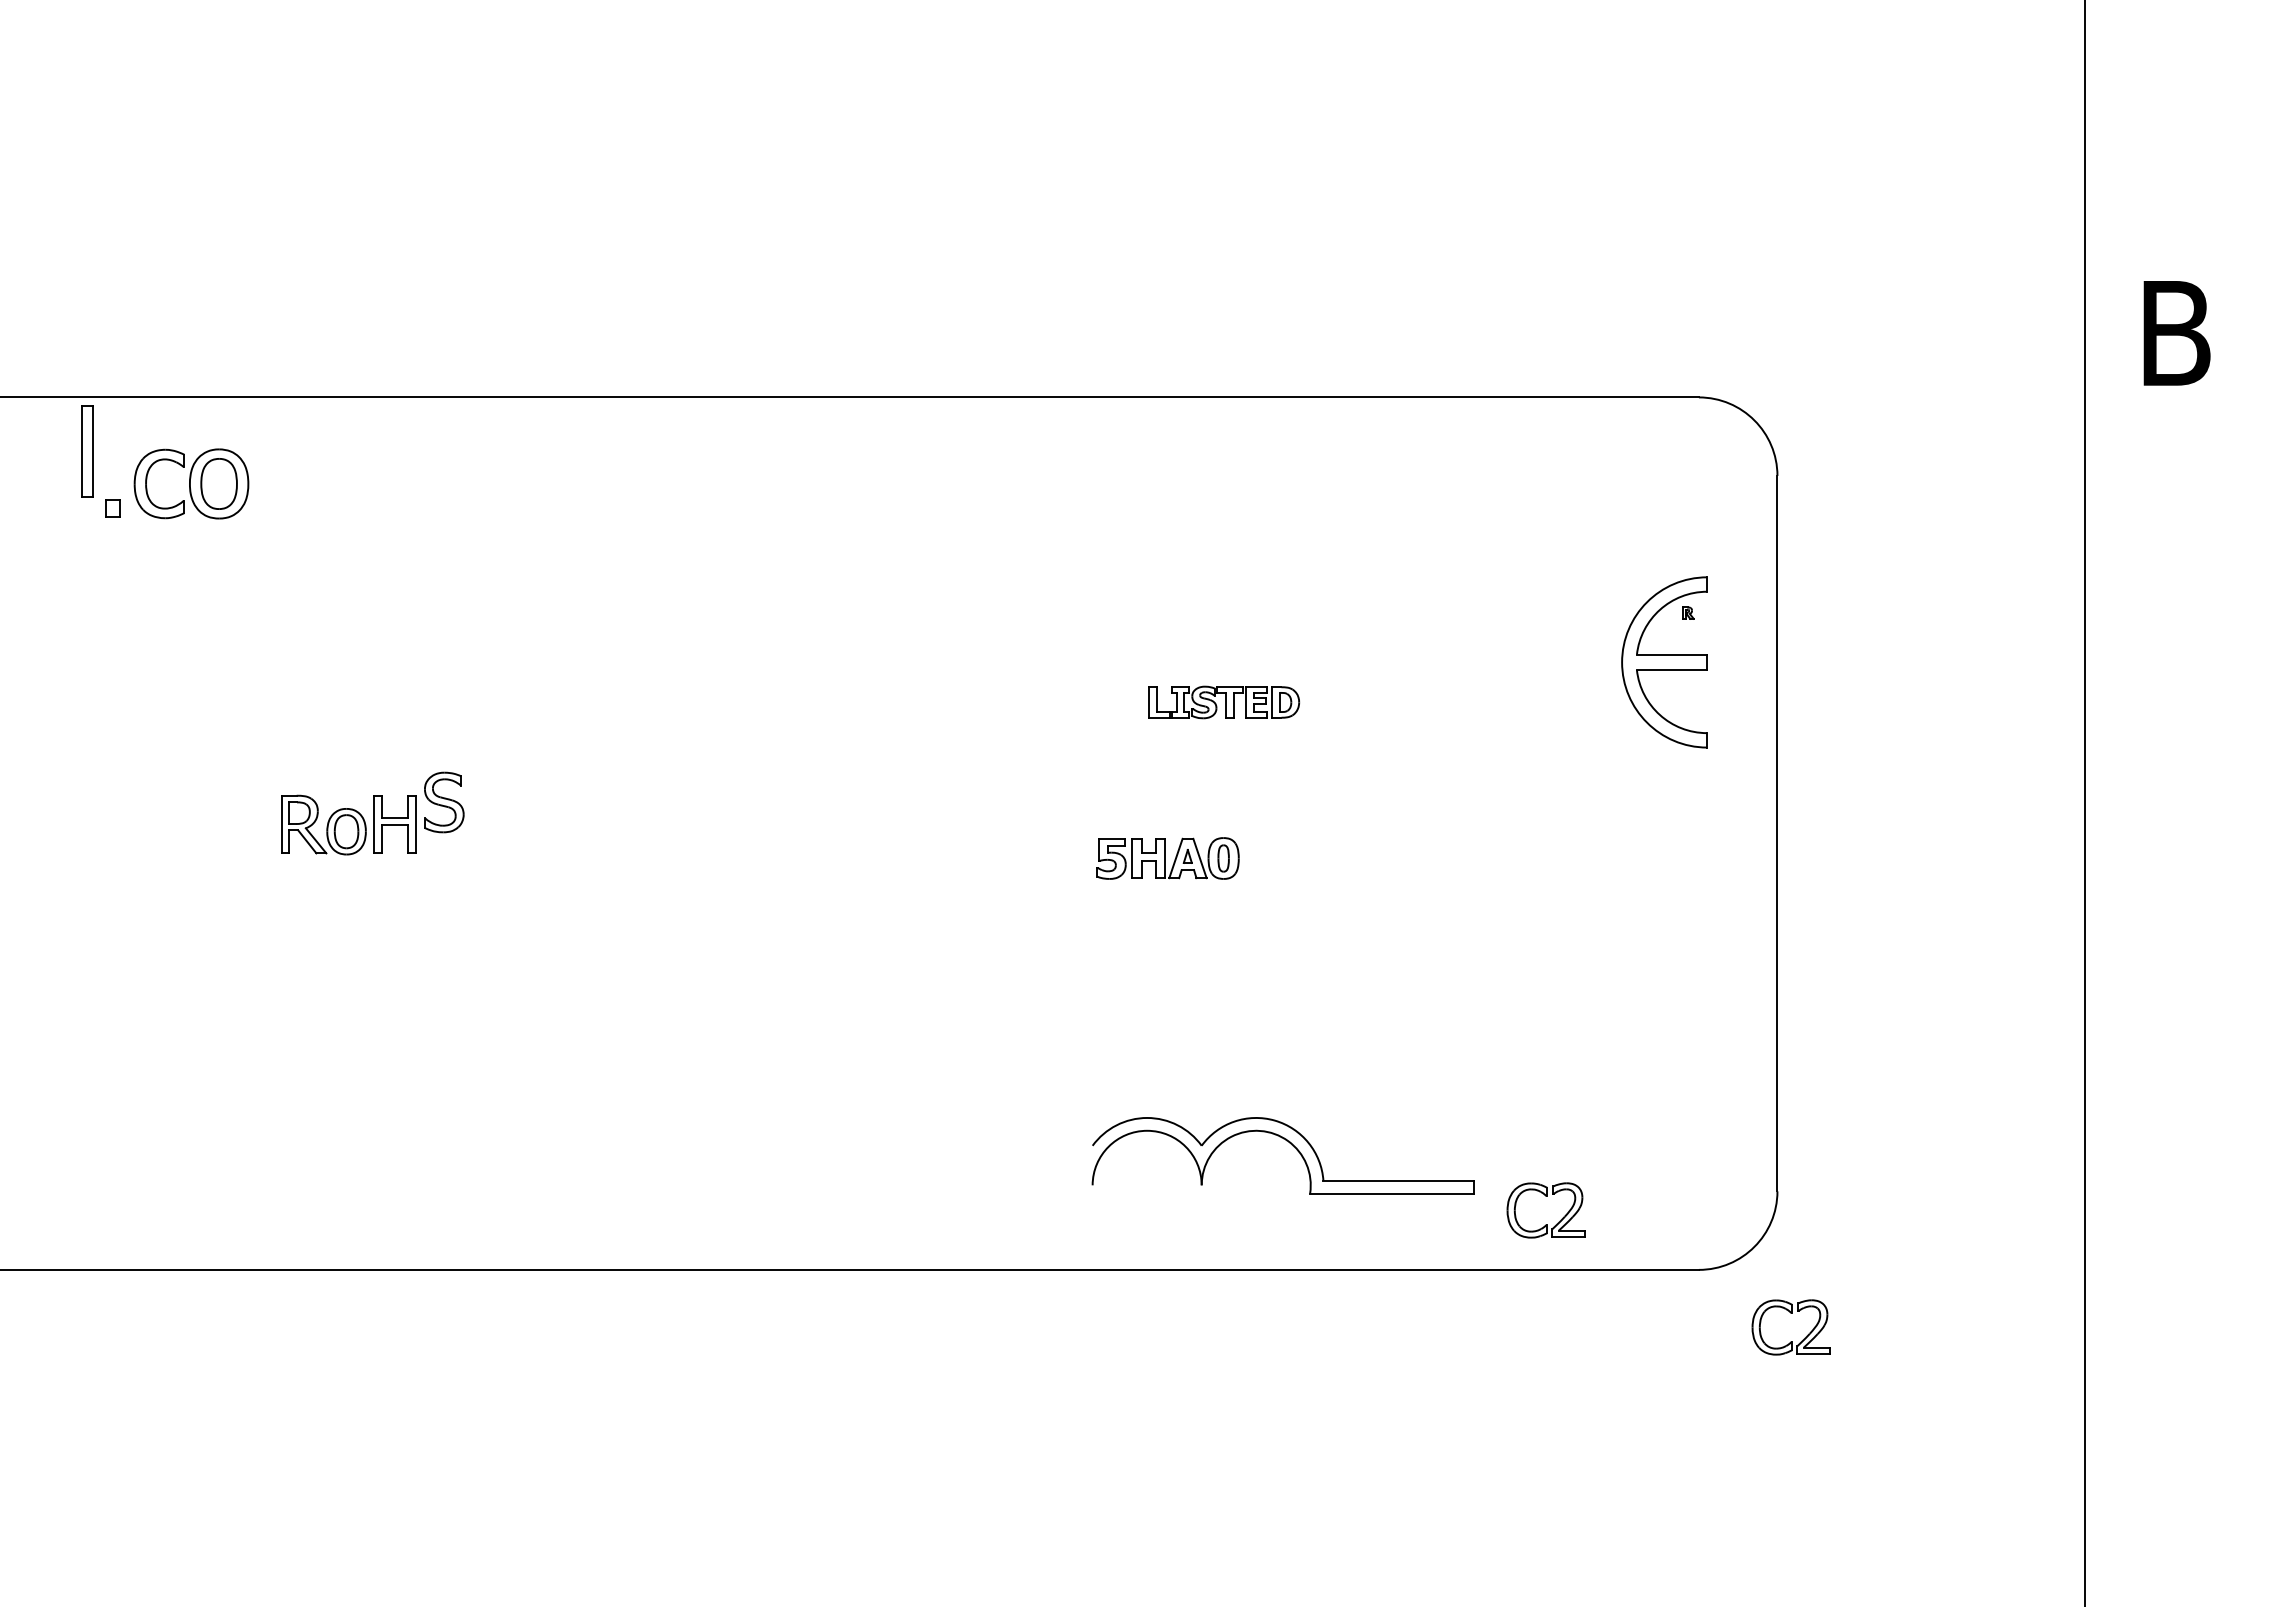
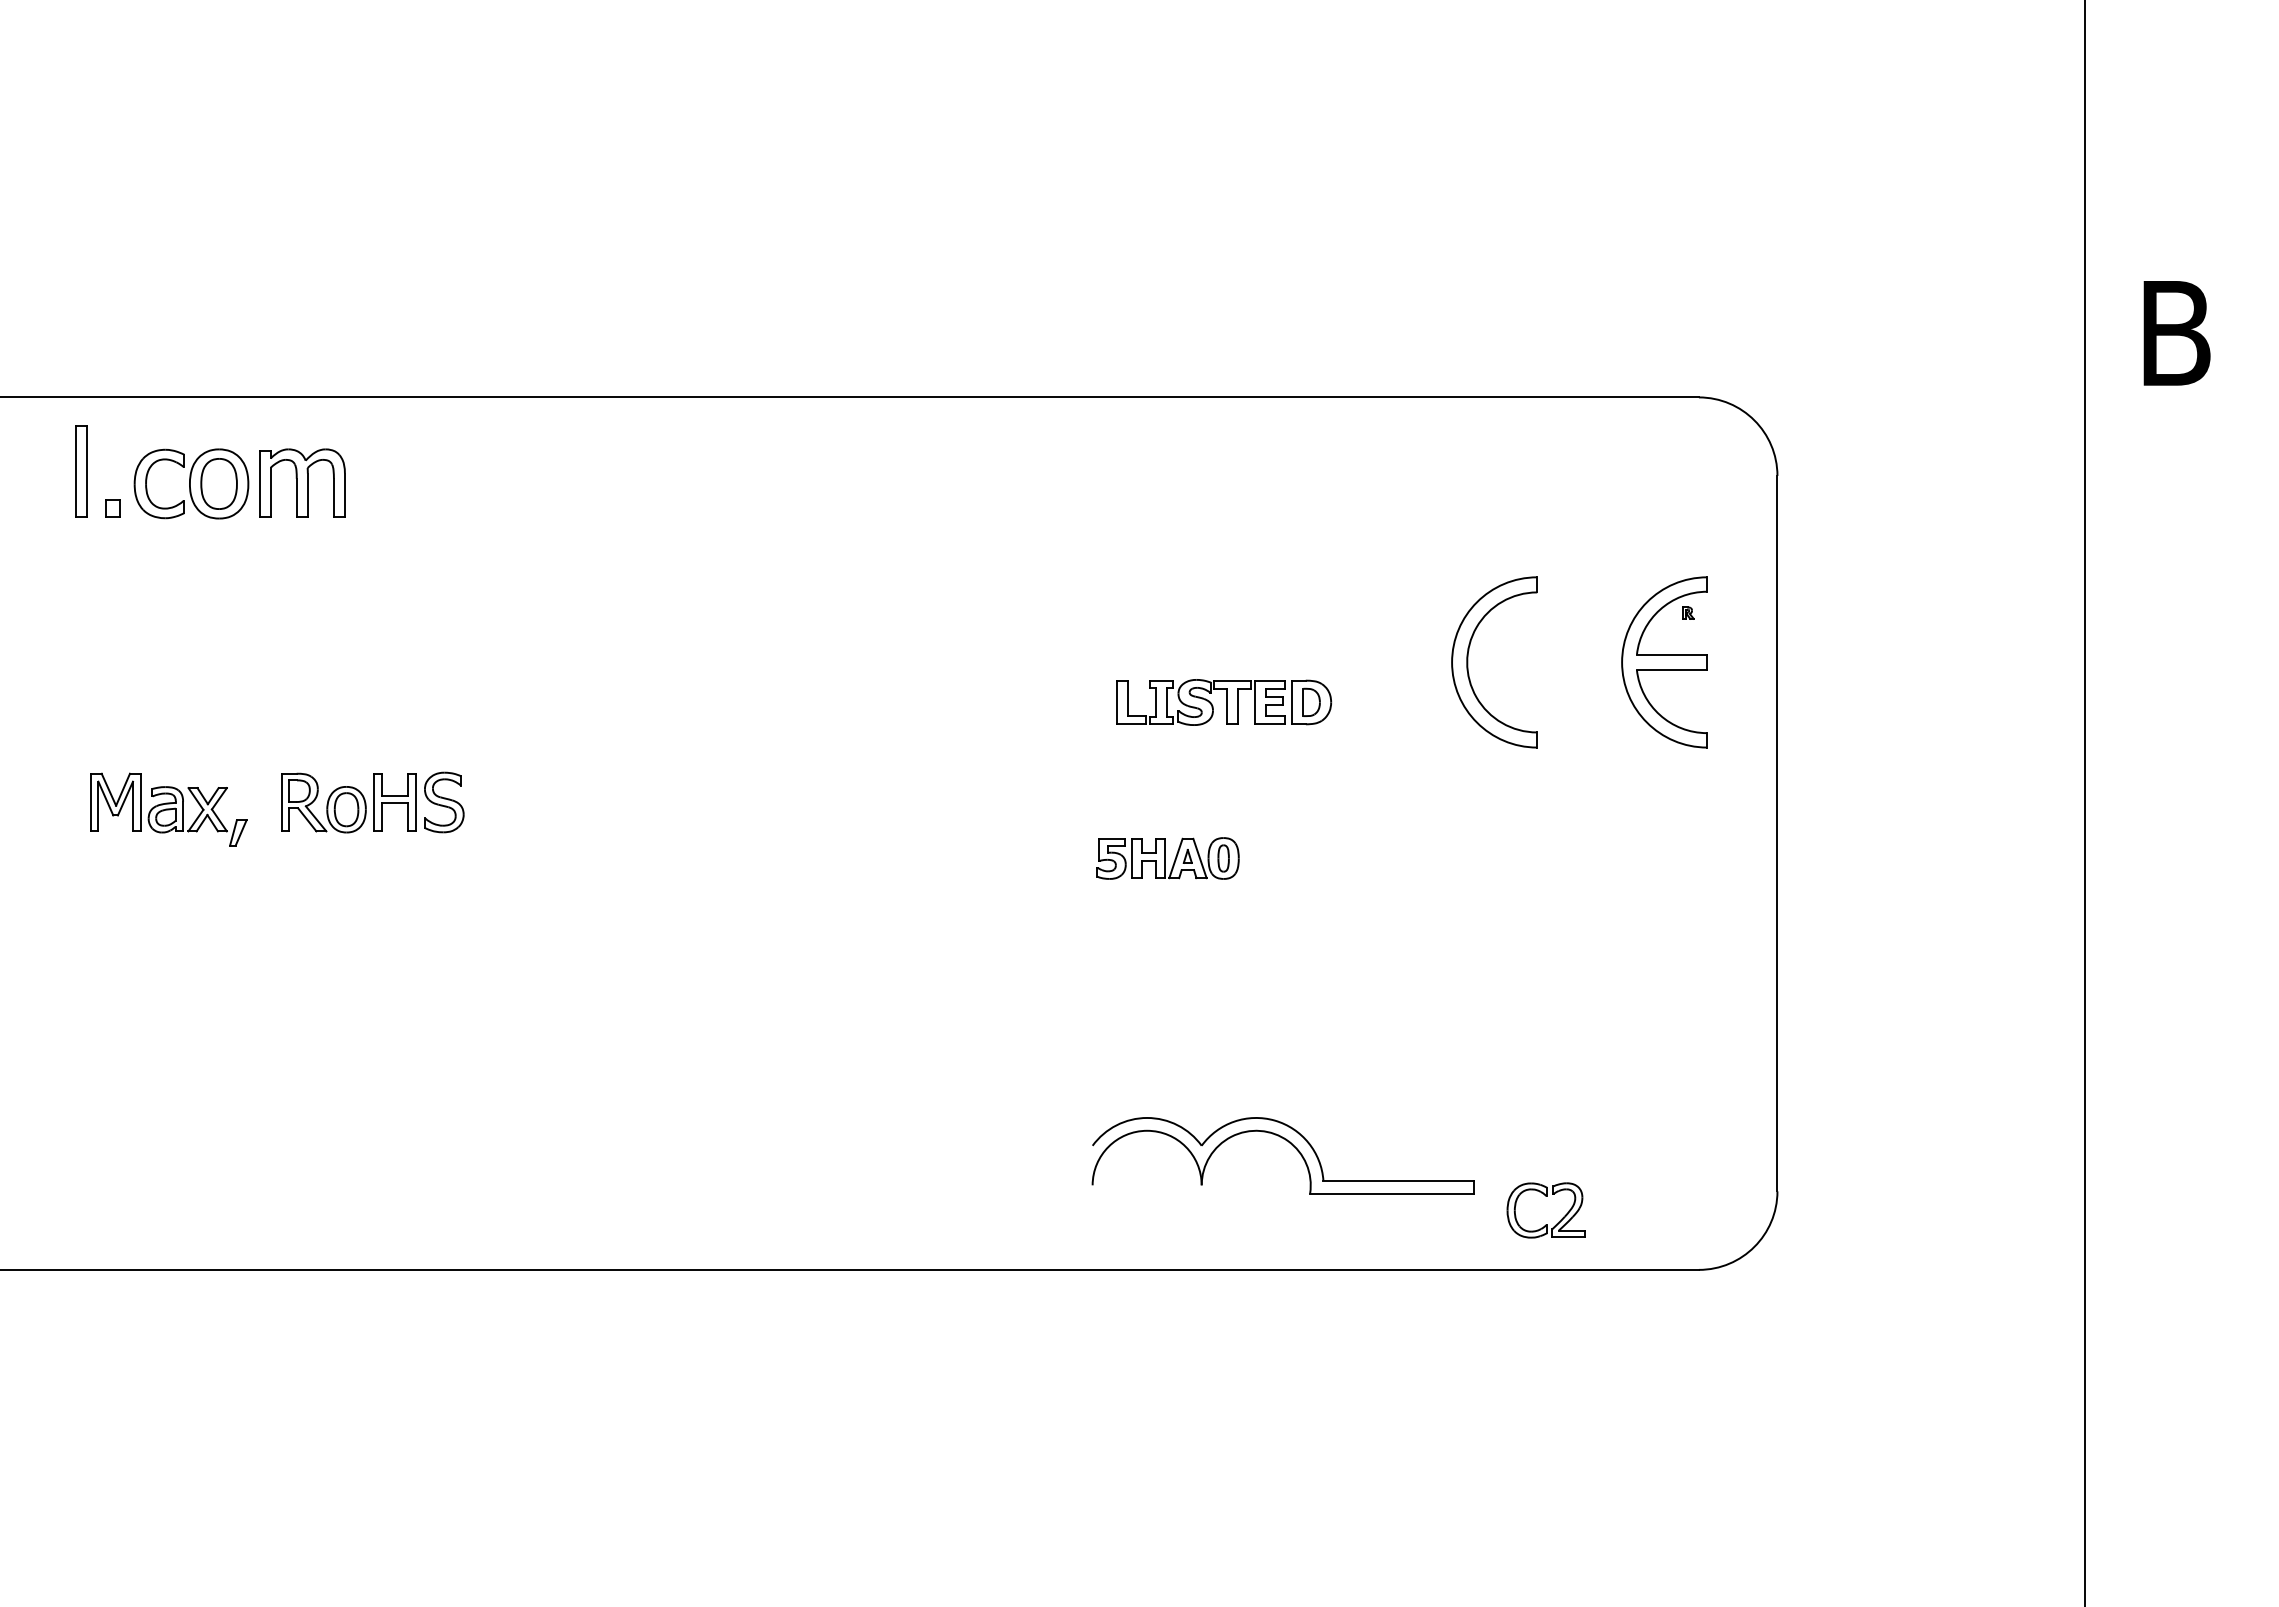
part at (87, 451) position: (87, 451) -> (81, 471)
part at (302, 482): none -> present
part at (1468, 662): none -> present
part at (1224, 702) size: 153x35 px -> 217x47 px
part at (168, 809): none -> present
part at (348, 824) position: (348, 824) -> (348, 802)
part at (1790, 1313): present -> none
